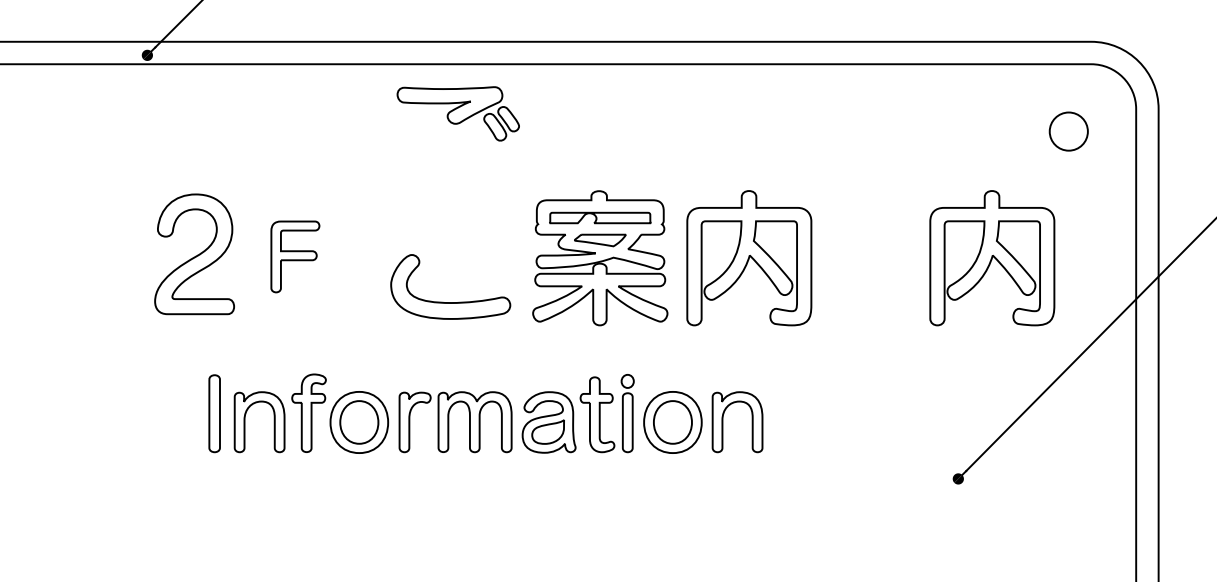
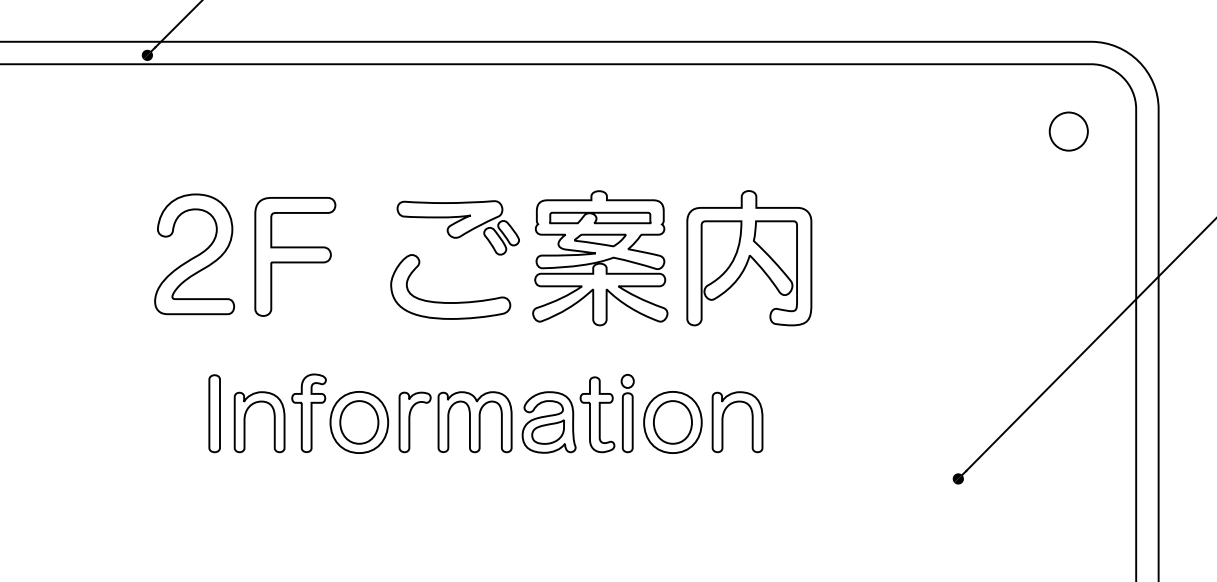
part at (457, 113) position: (457, 113) -> (457, 227)
part at (295, 256) size: 51x74 px -> 83x120 px
part at (992, 258): present -> none
